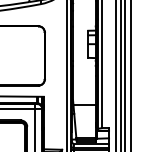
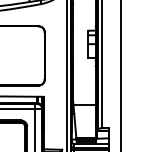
line at (116, 75): present -> none
line at (125, 75): present -> none
line at (131, 75): present -> none
